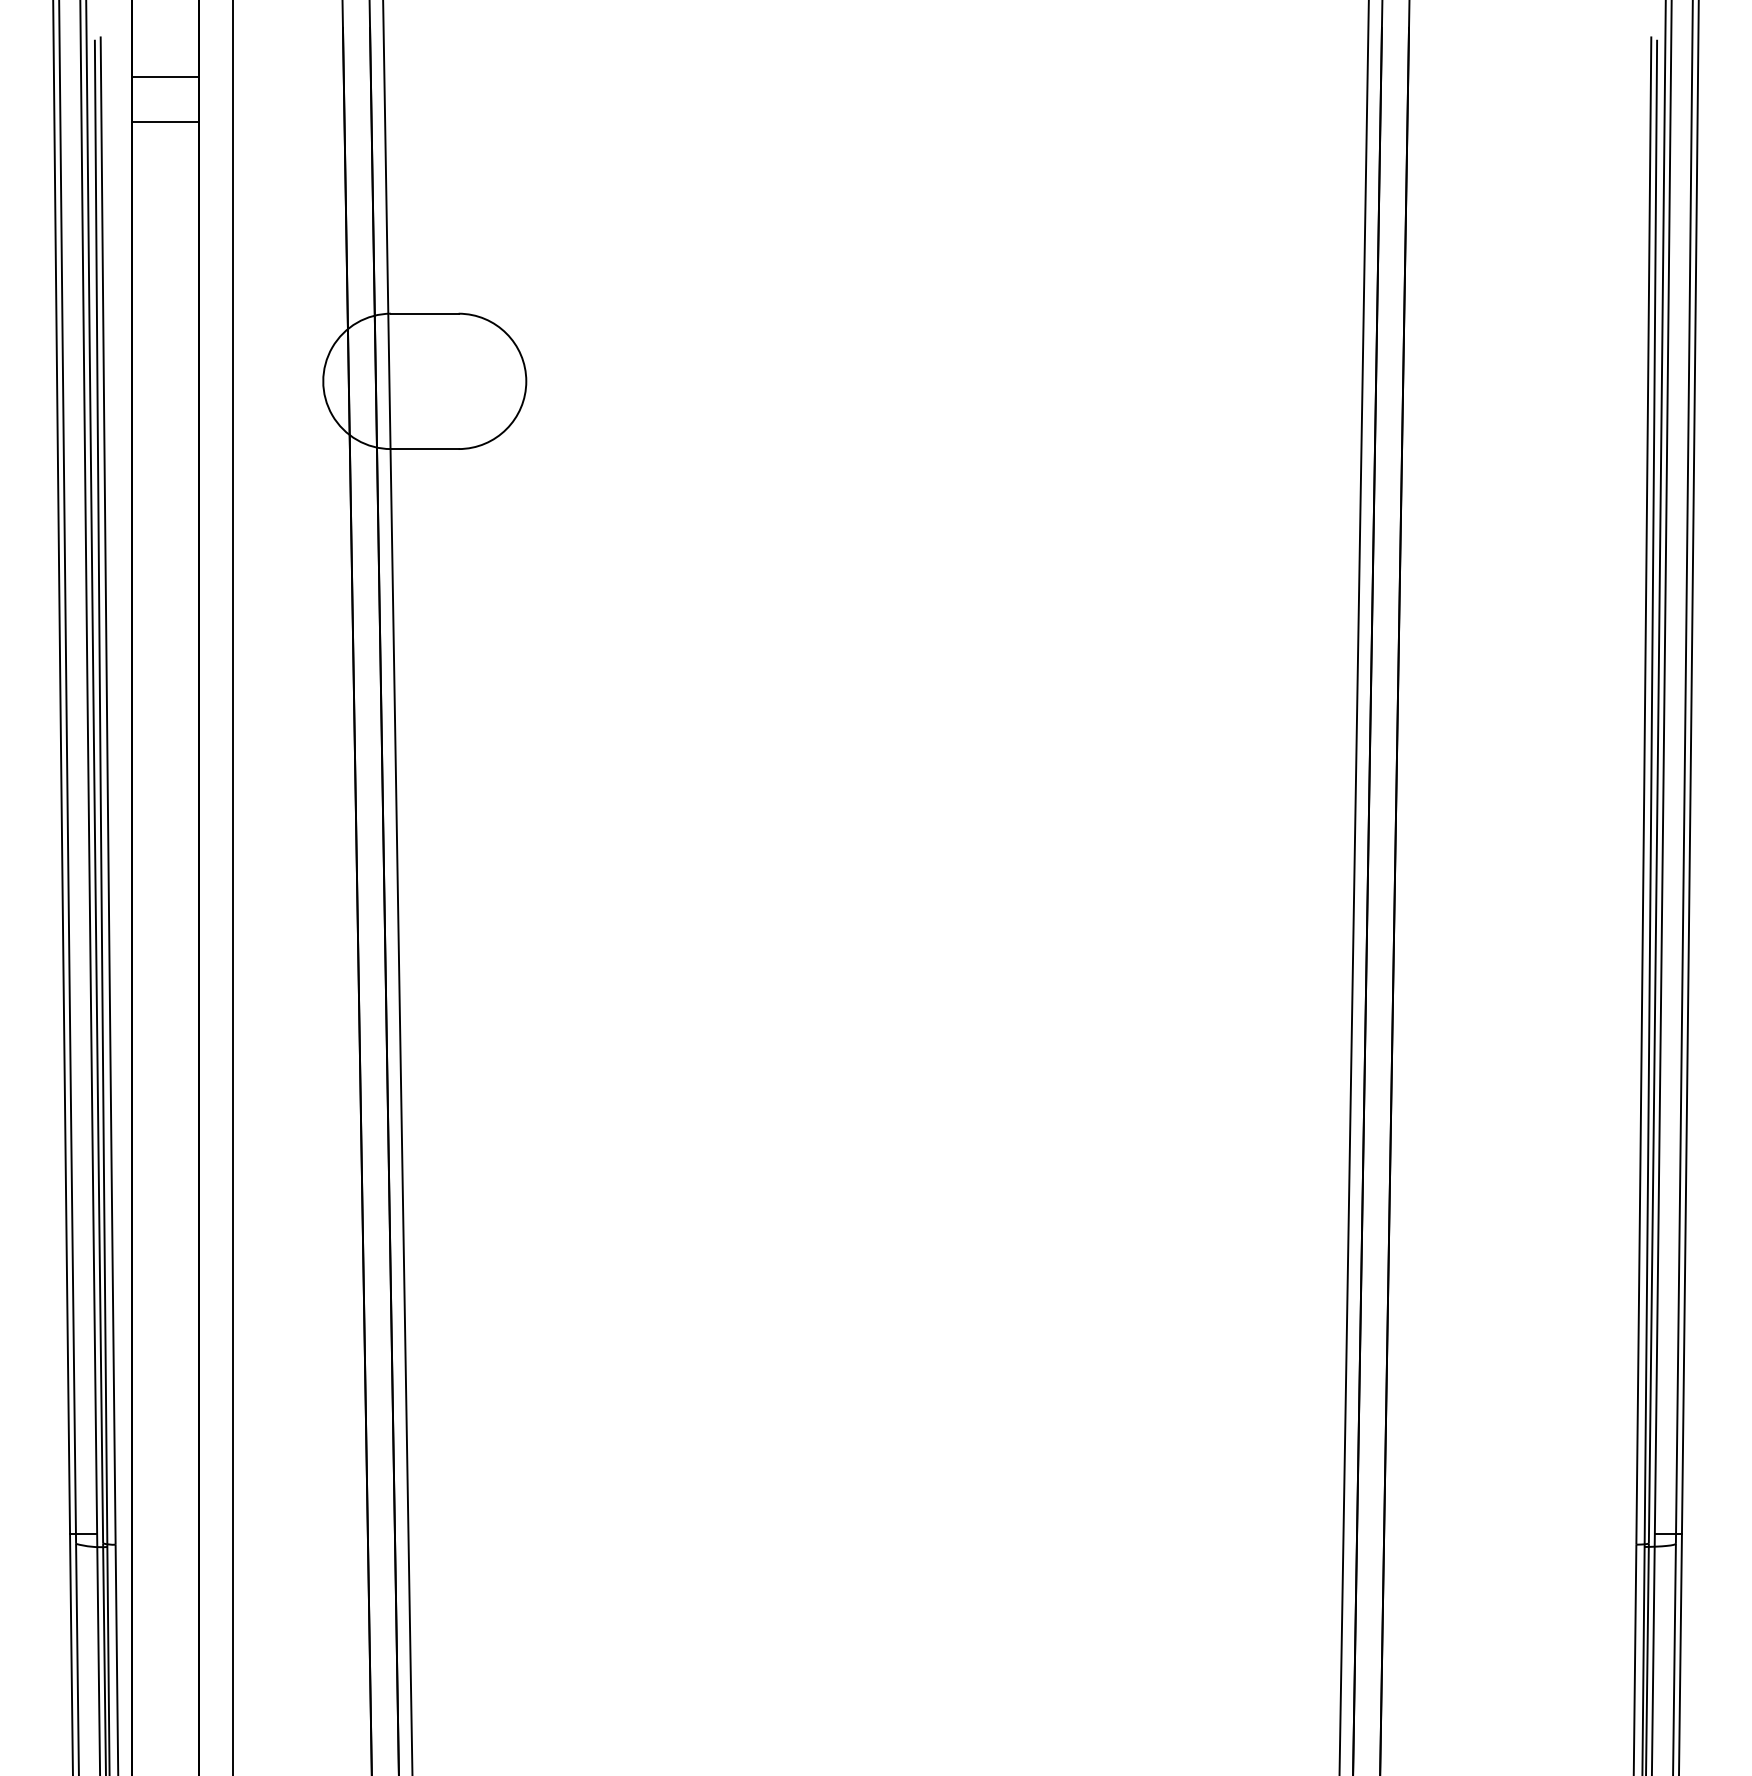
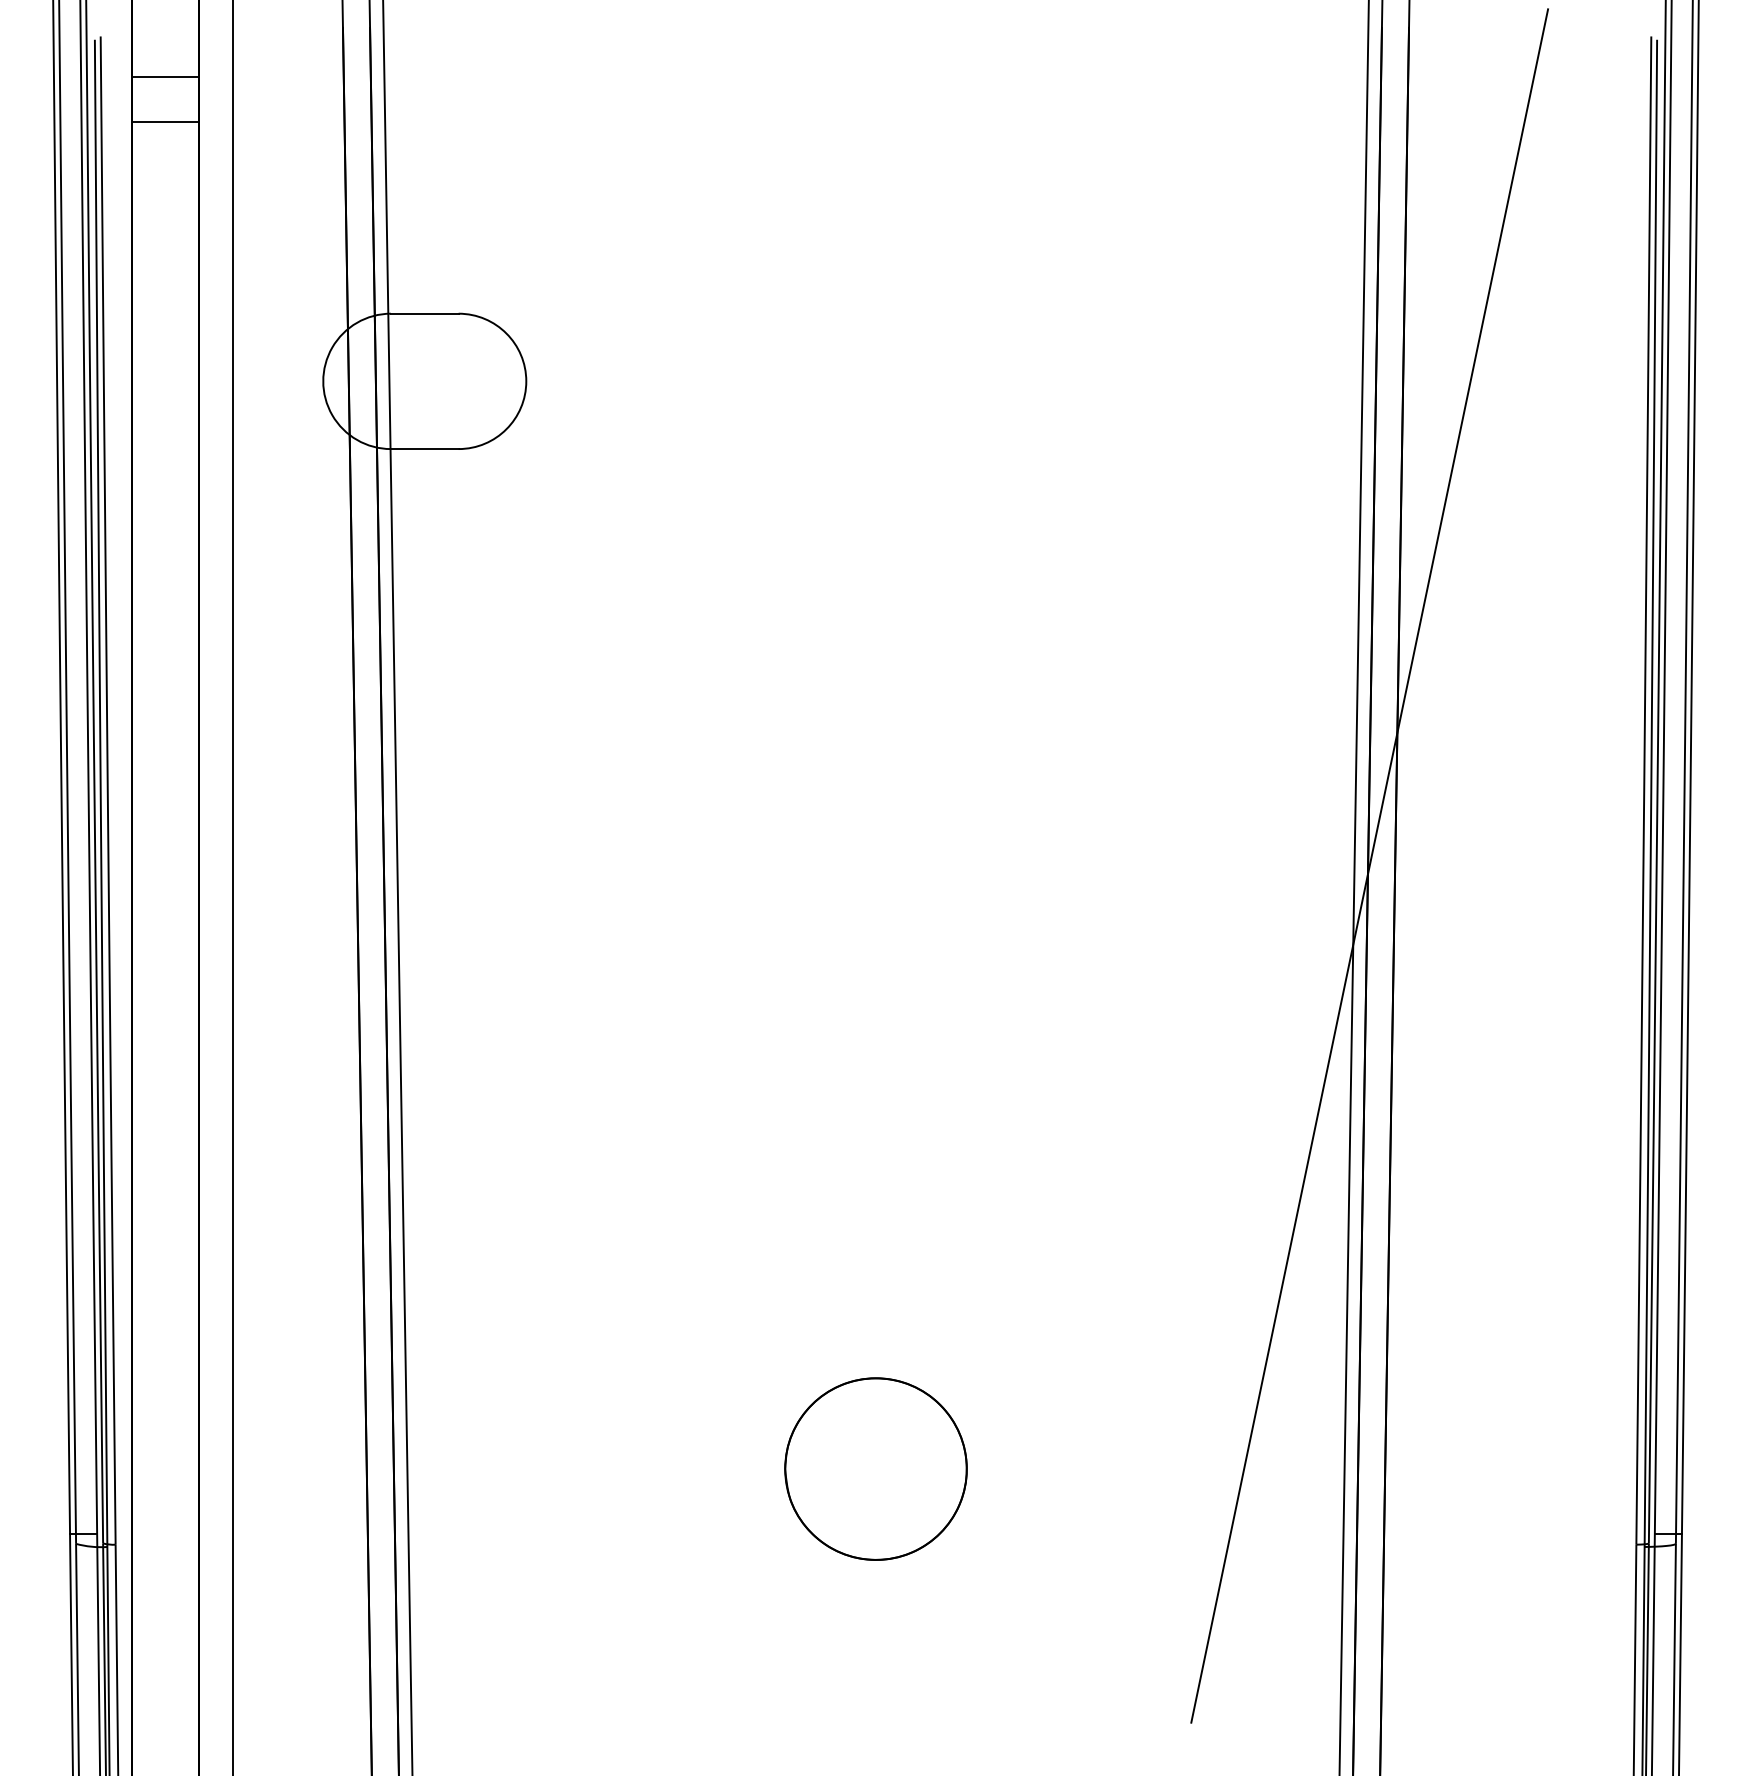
line at (1369, 865): none -> present
circle at (875, 1468): none -> present
